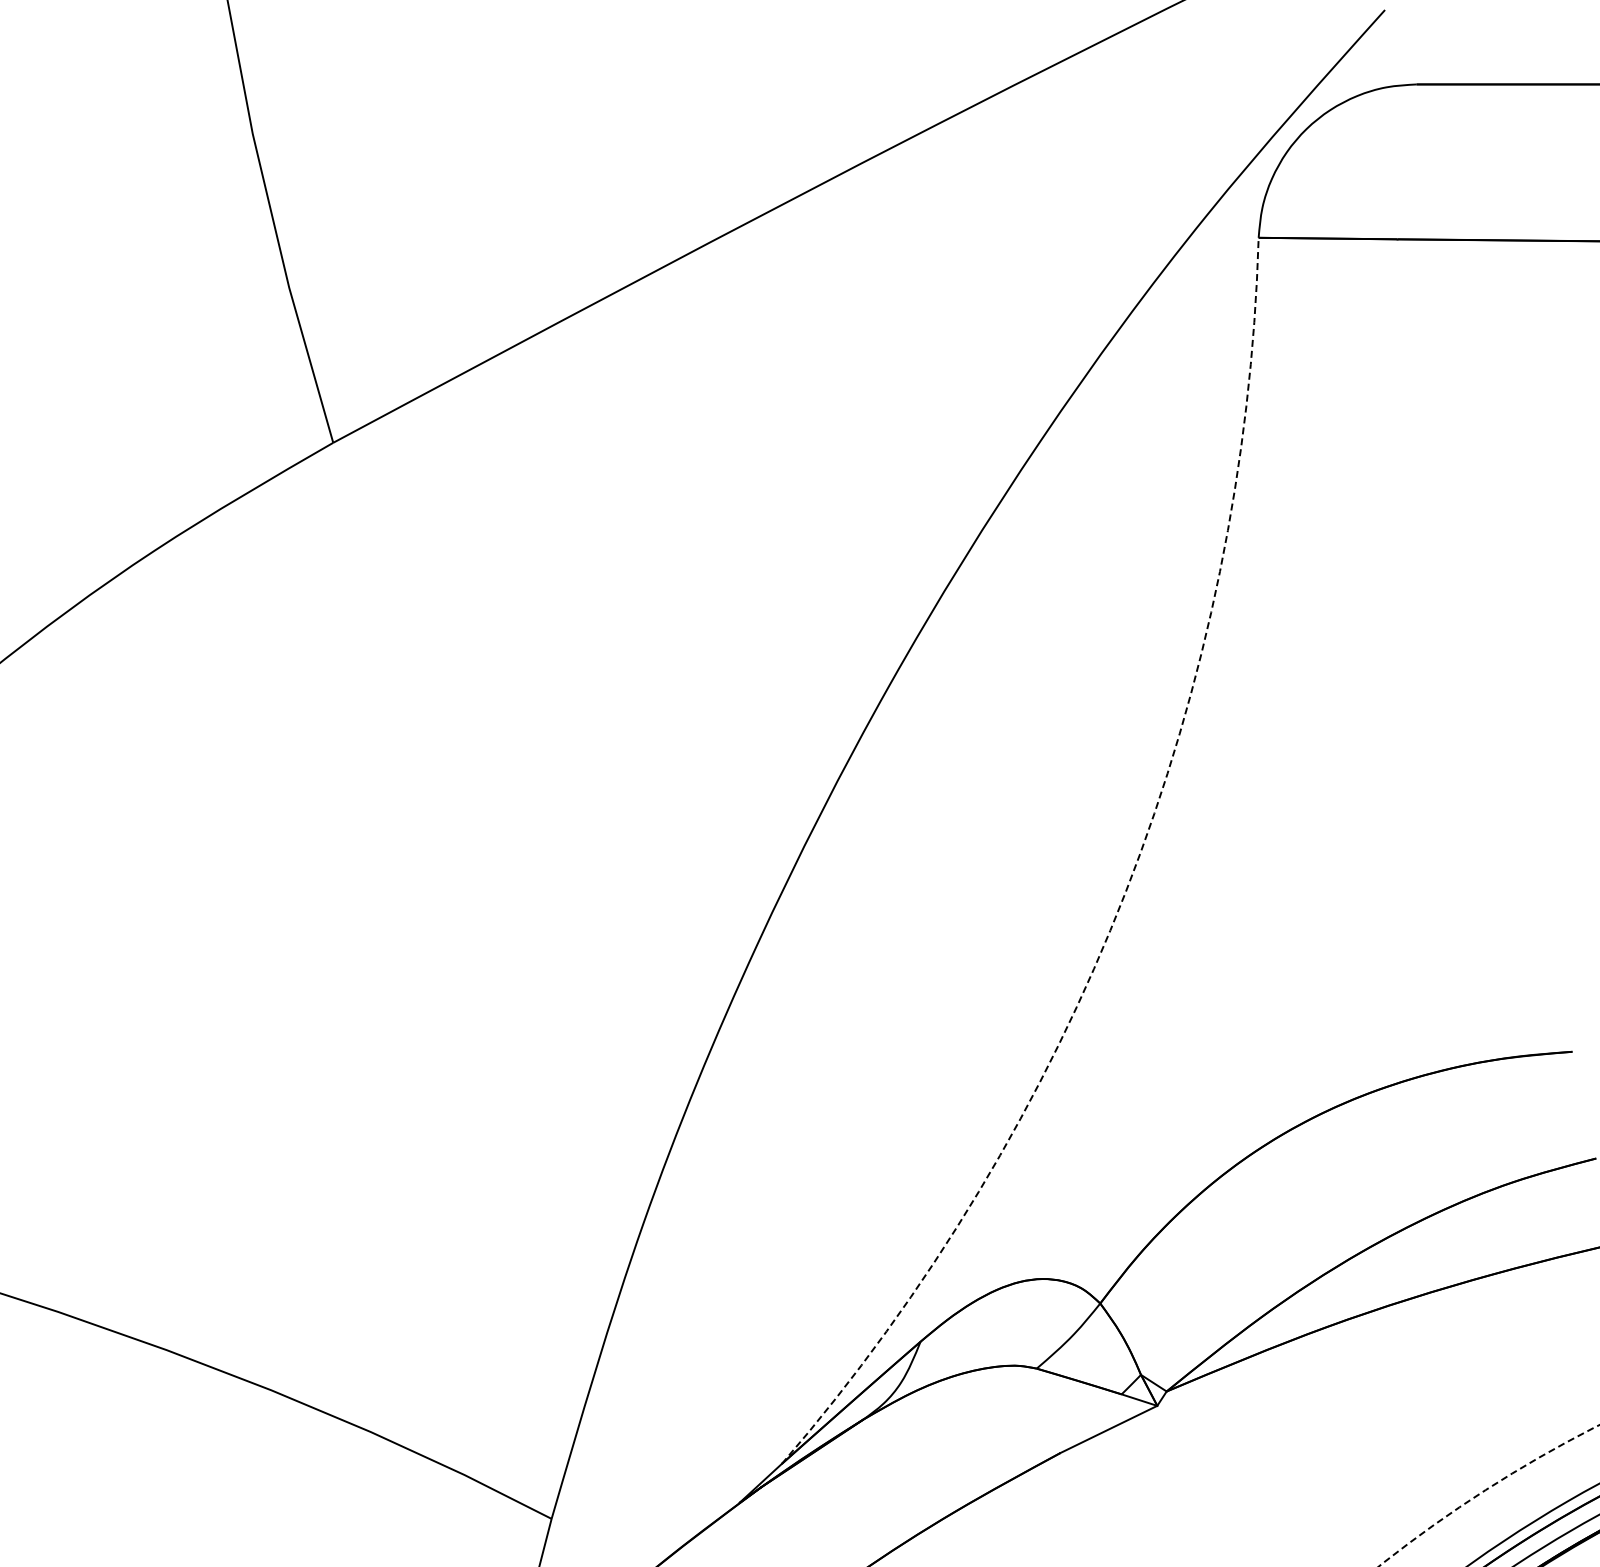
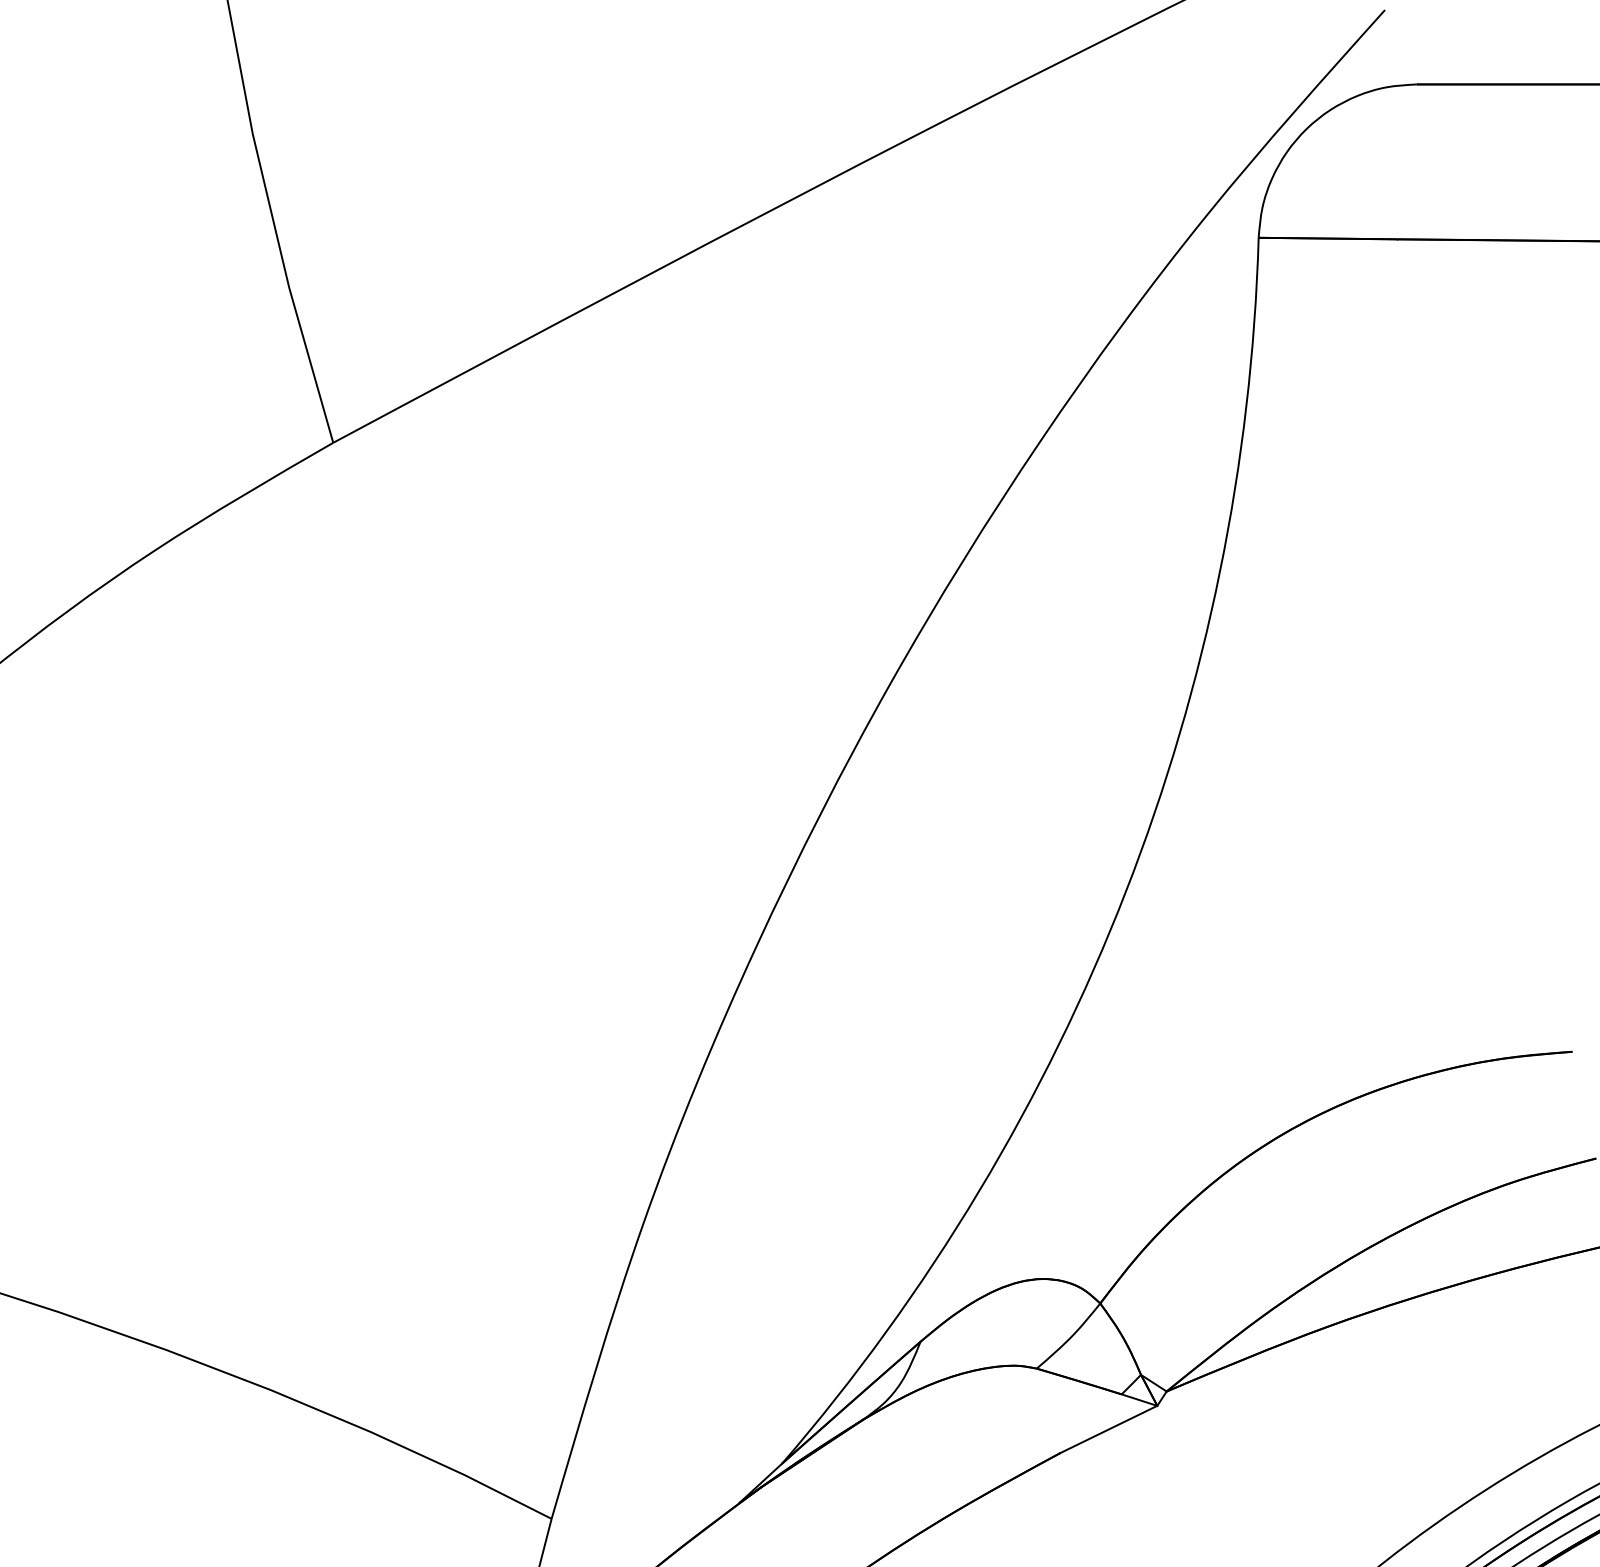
arc at (1125, 891): dashed -> solid
circle at (1488, 1495): dashed -> solid
